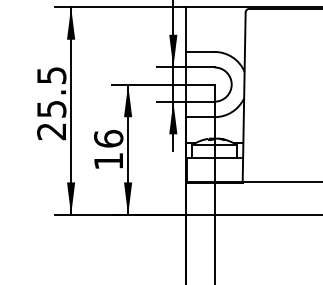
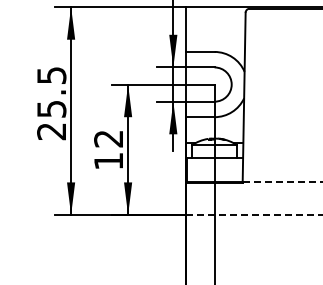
text at (108, 138): 16 -> 12
line at (283, 182): solid -> dashed
line at (254, 215): solid -> dashed
